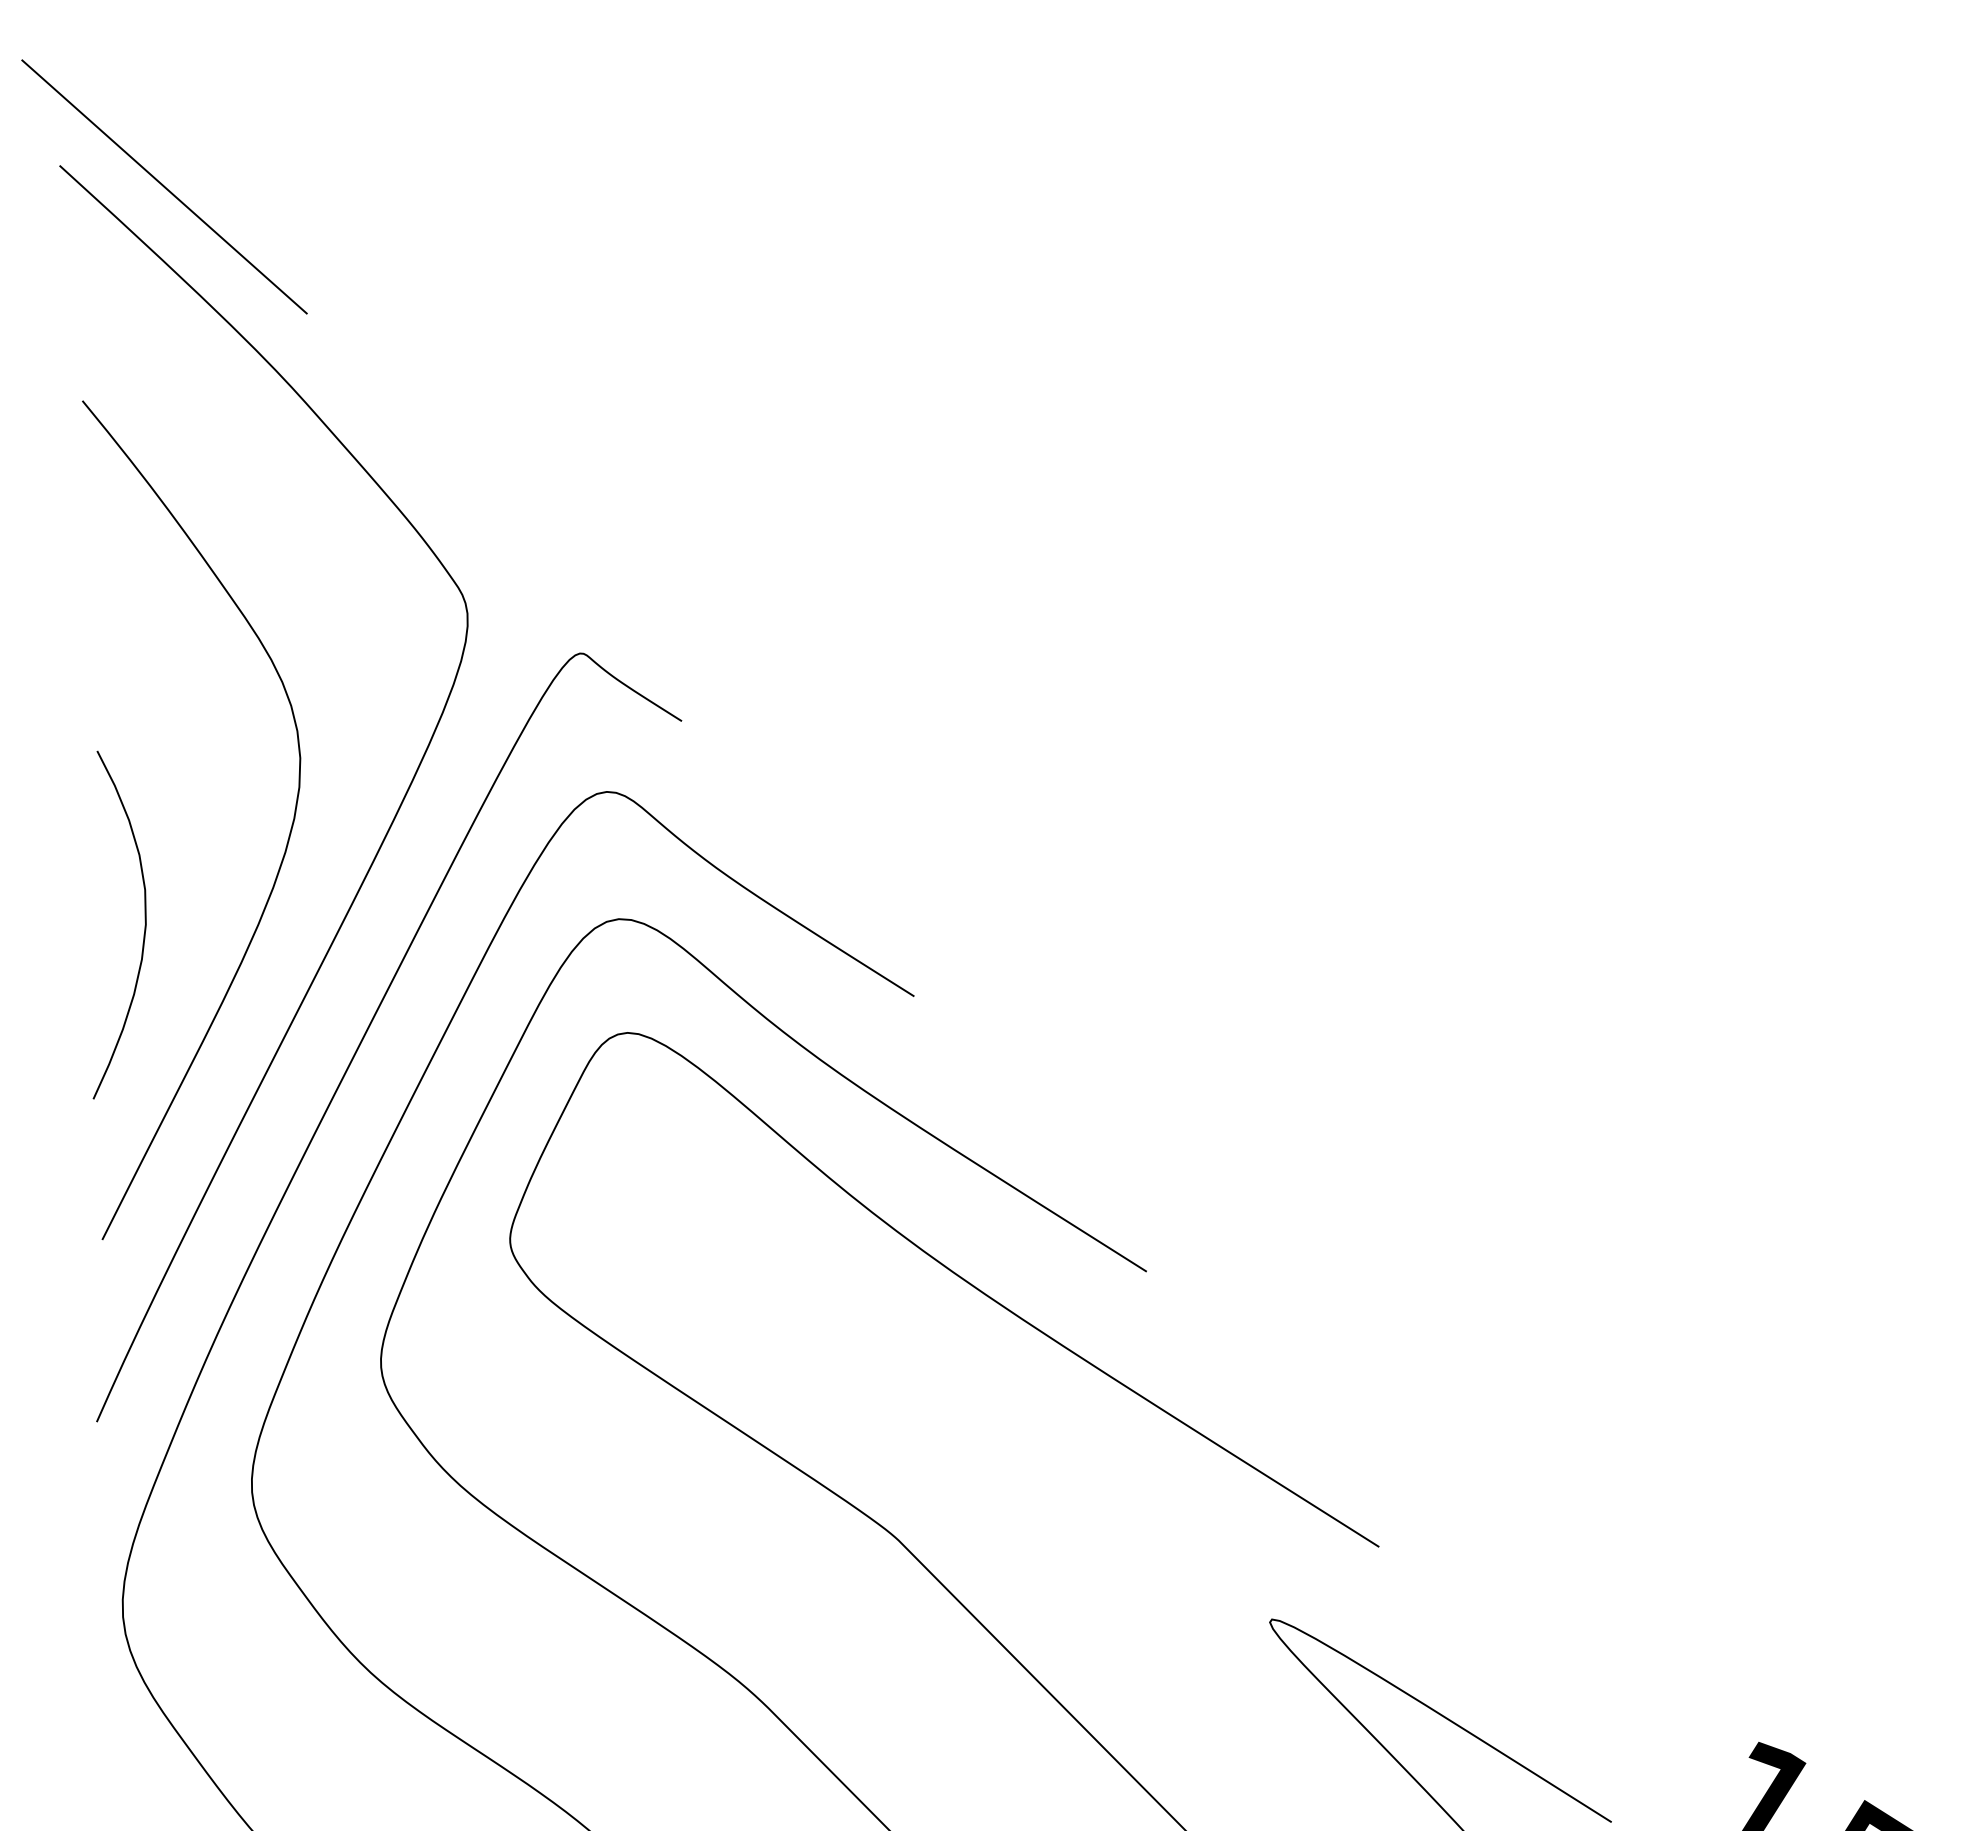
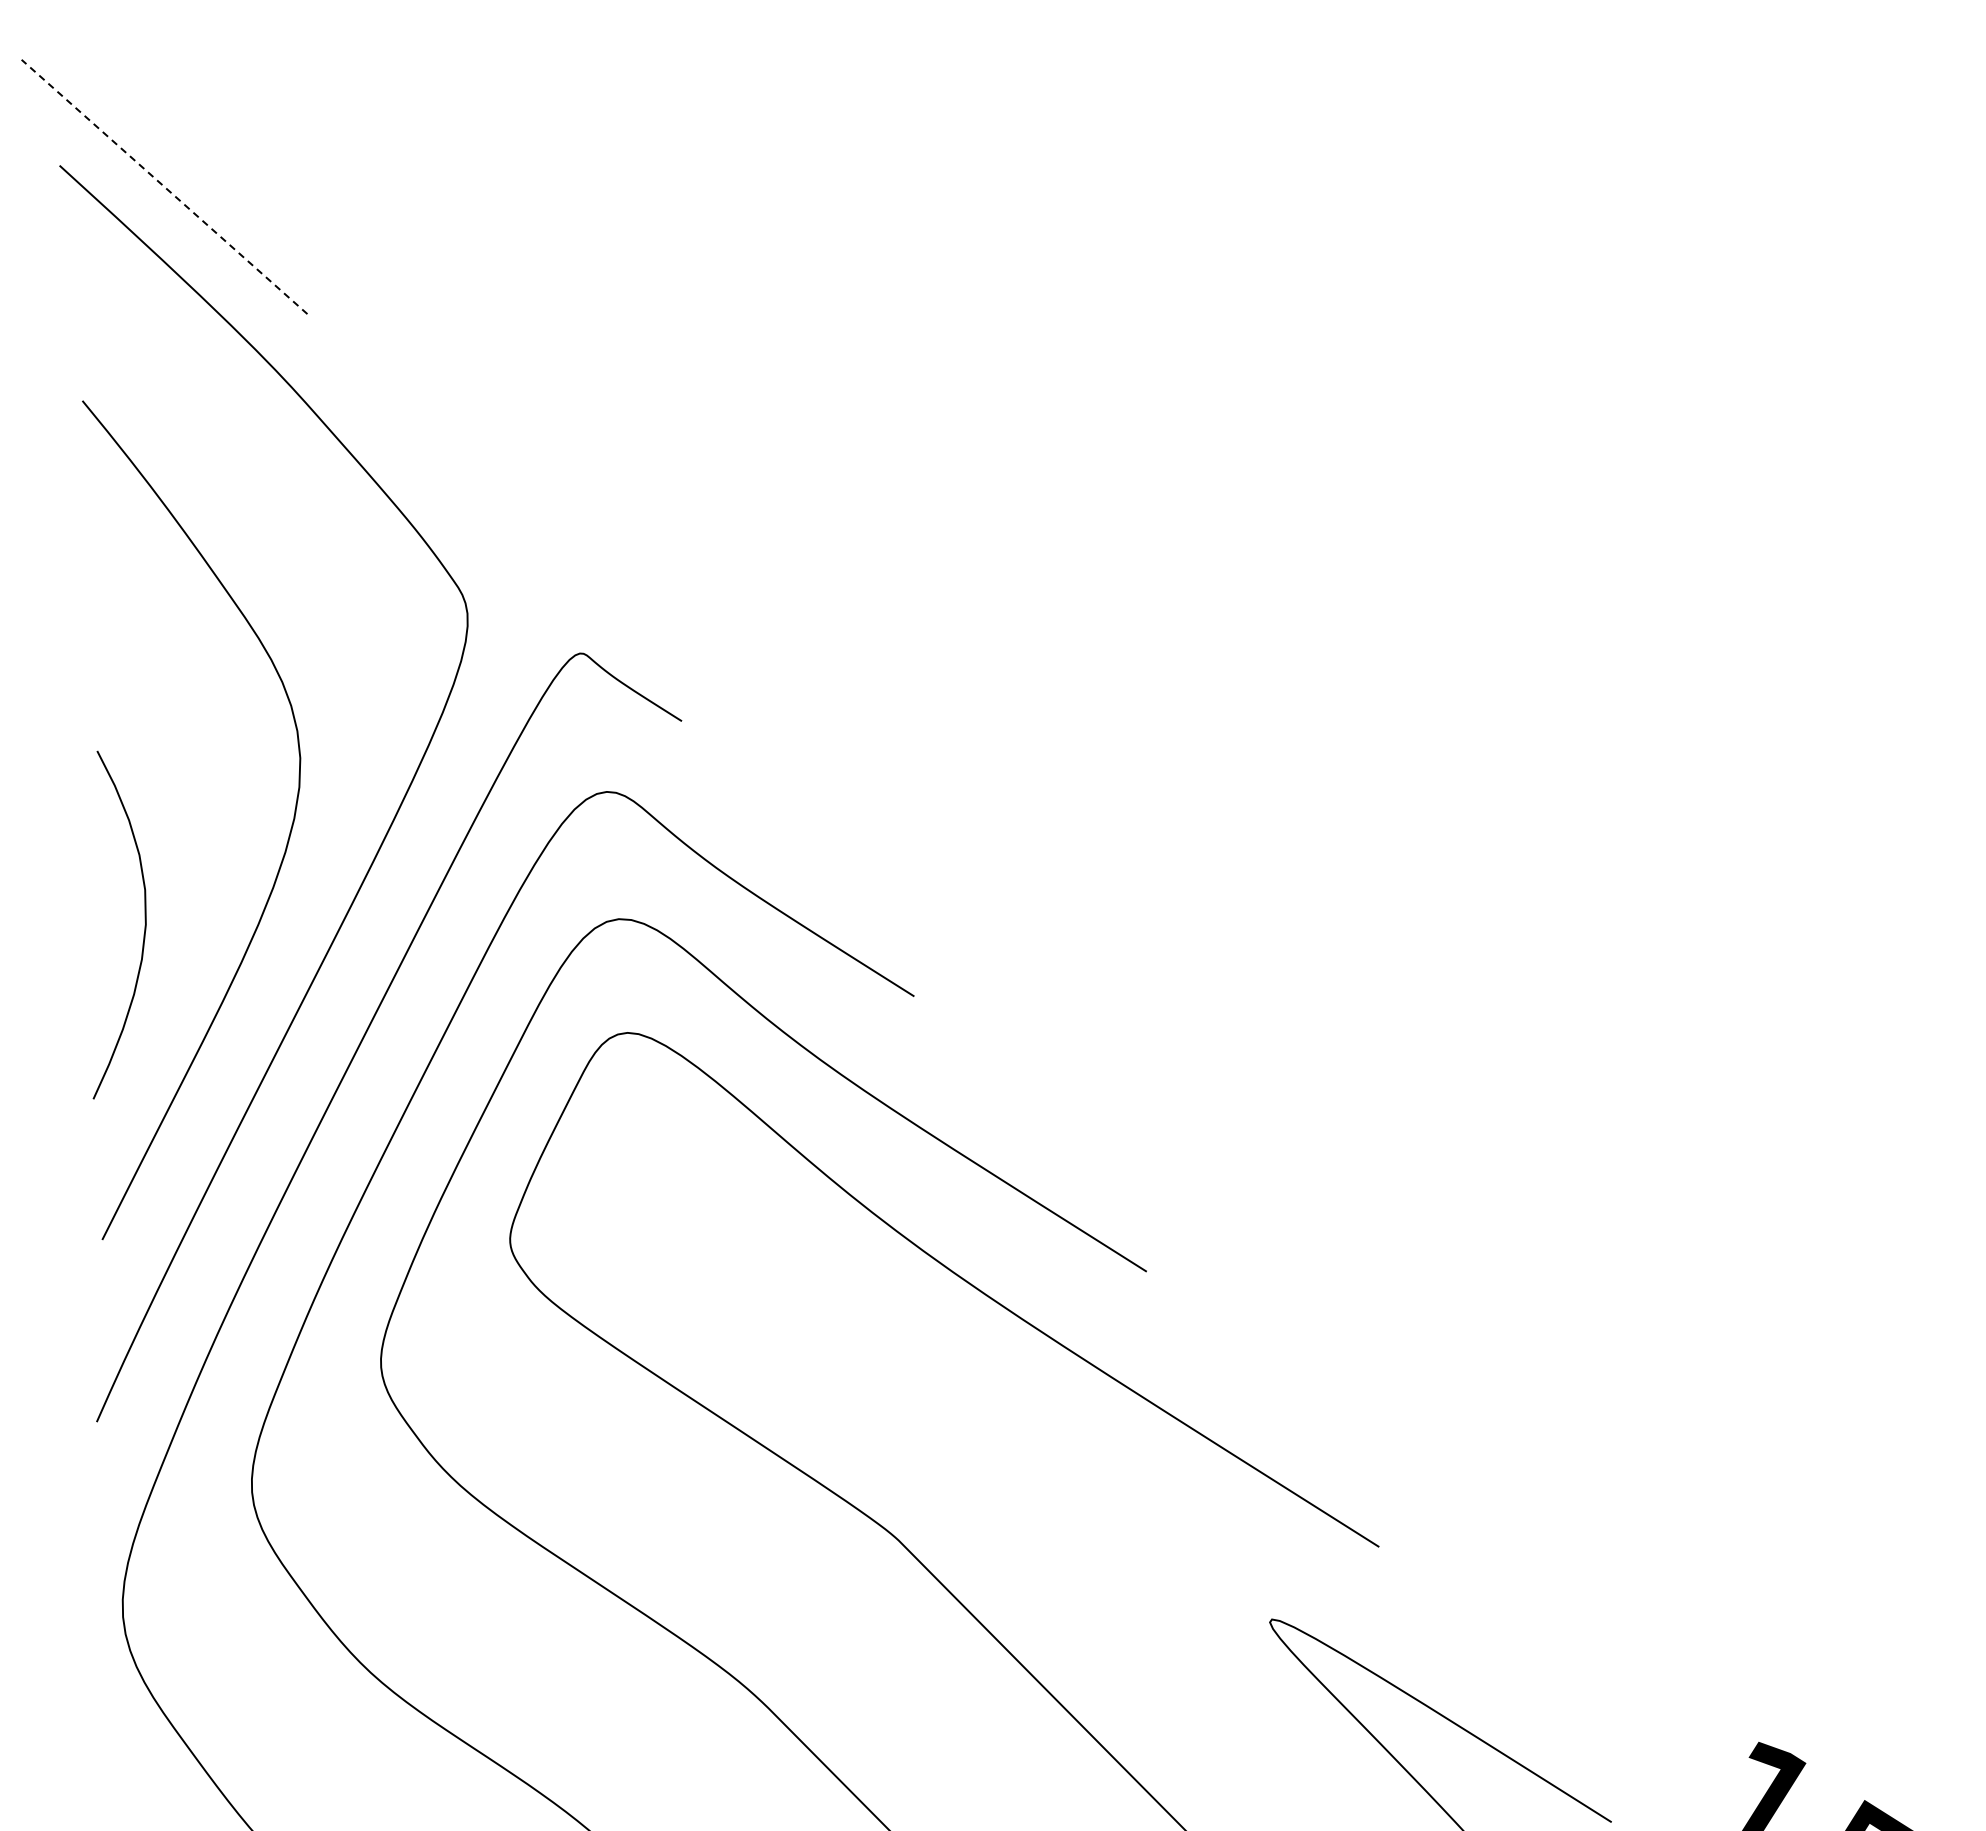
line at (164, 186): solid -> dashed
